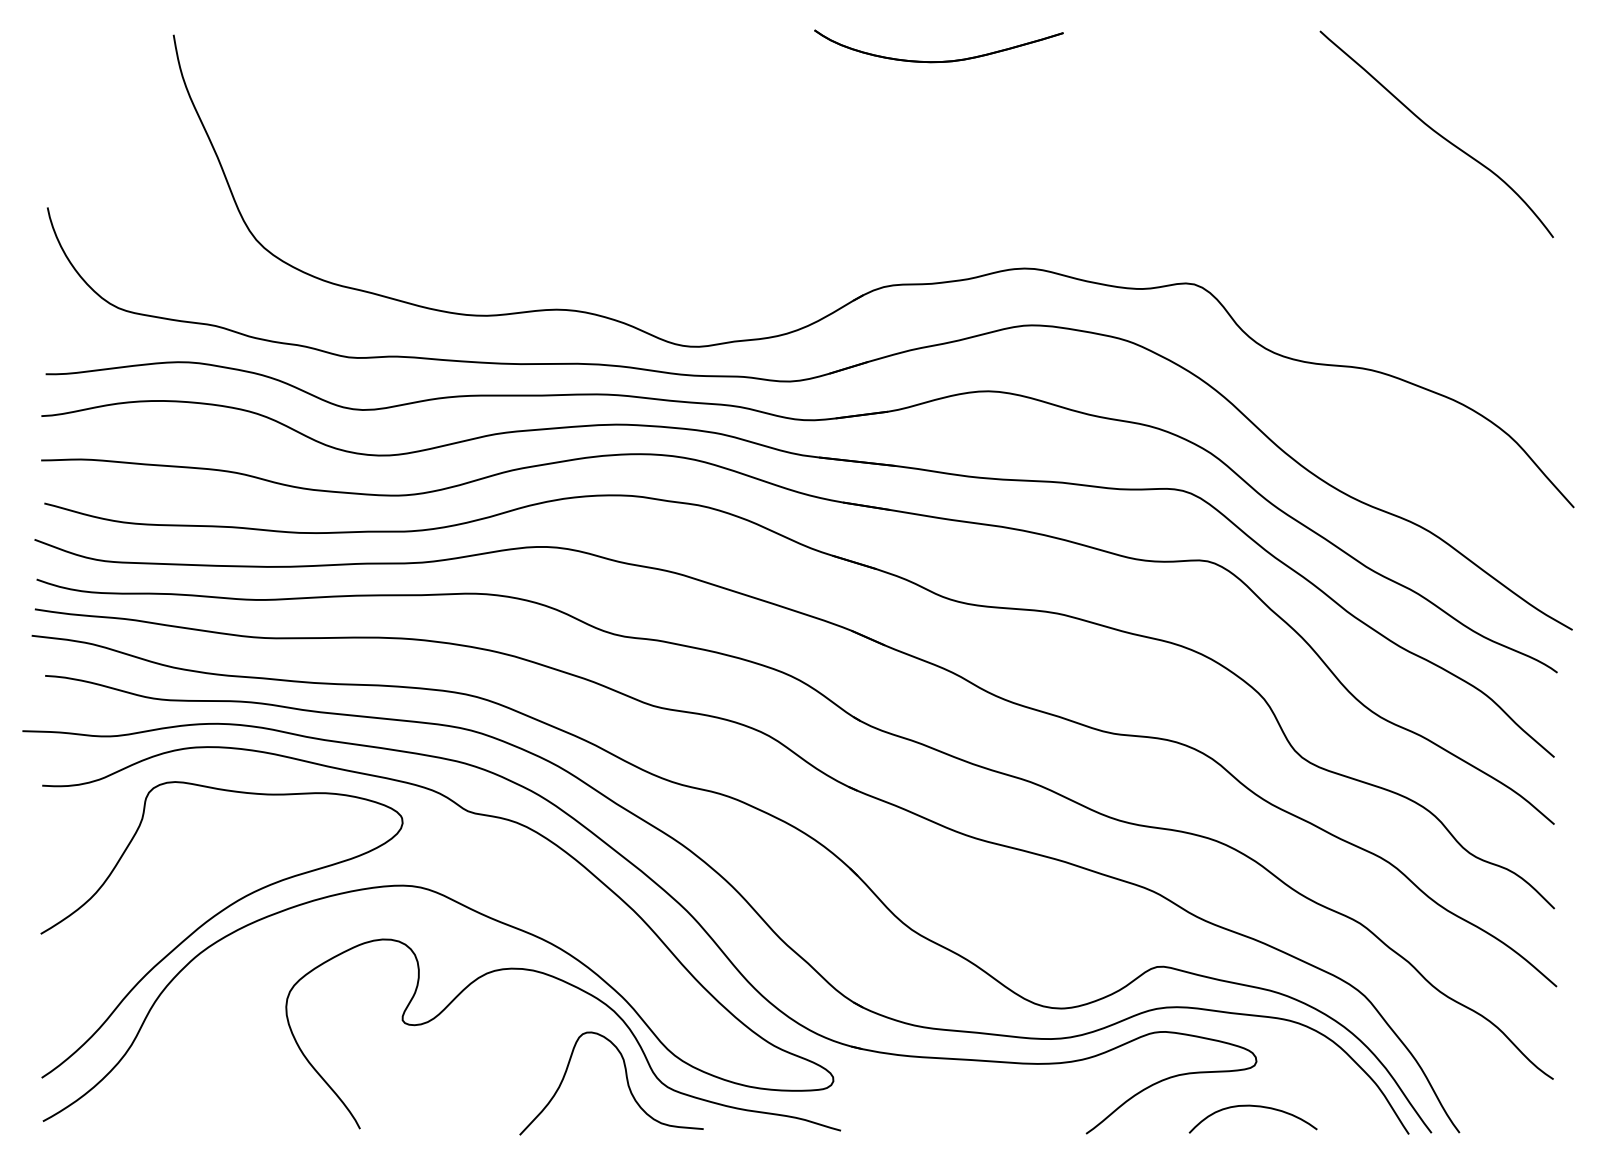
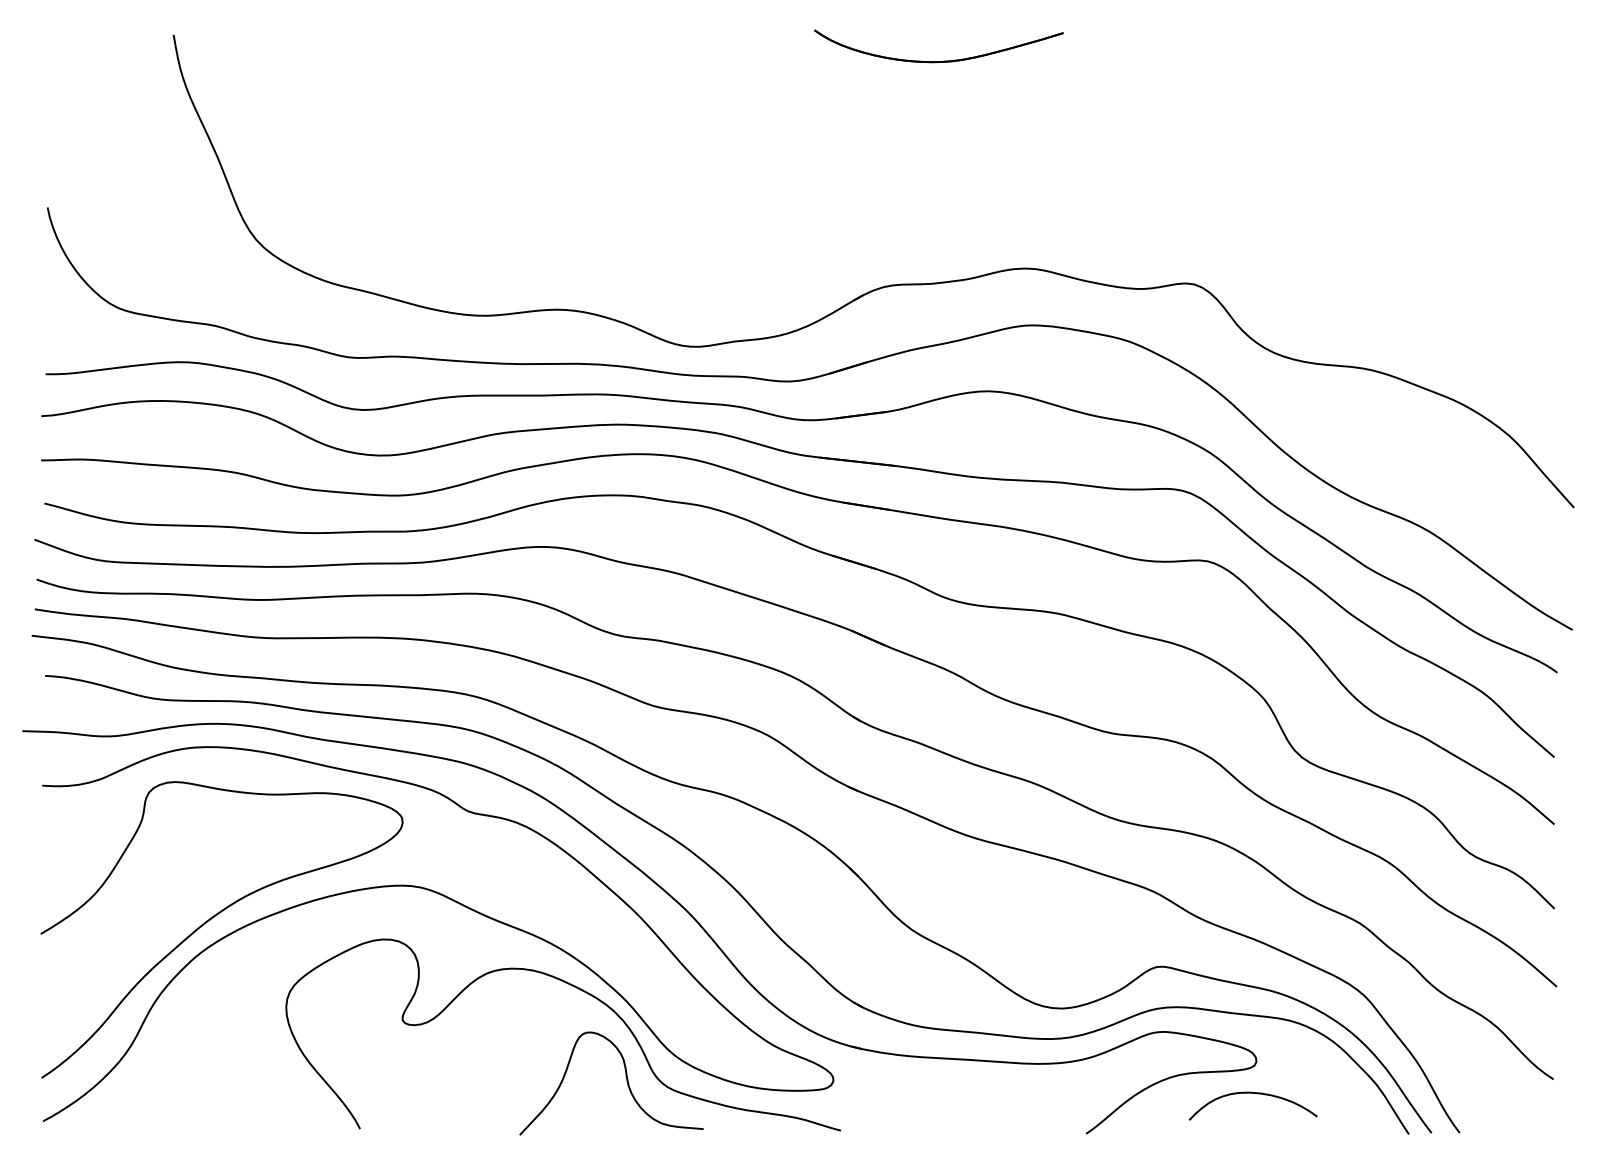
curve at (1436, 133): present -> none
curve at (1256, 1107) position: (1256, 1107) -> (1256, 1094)
